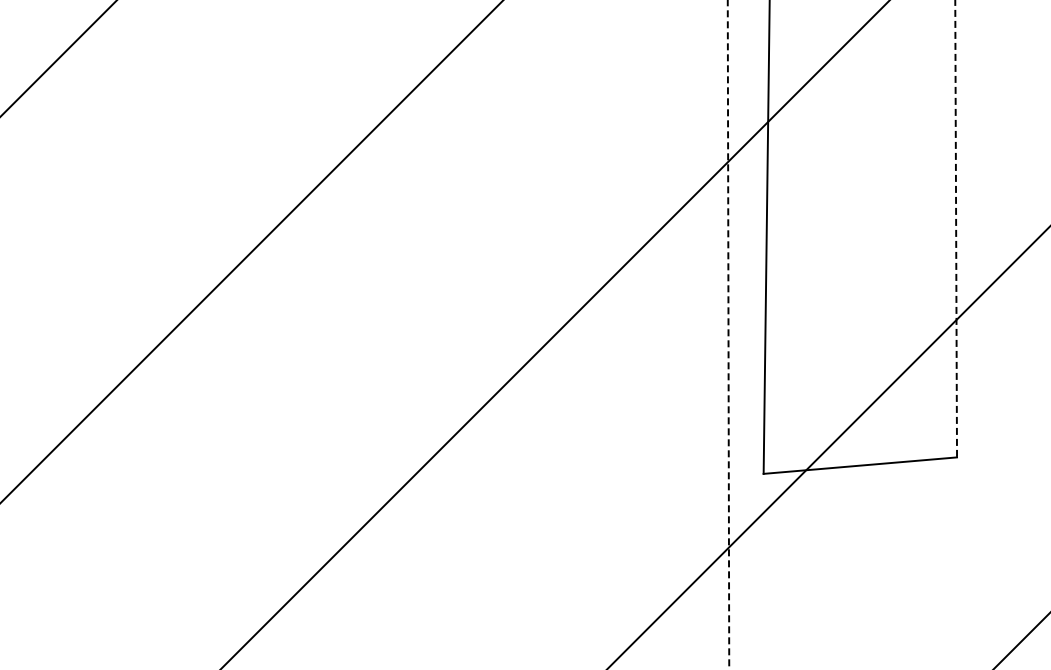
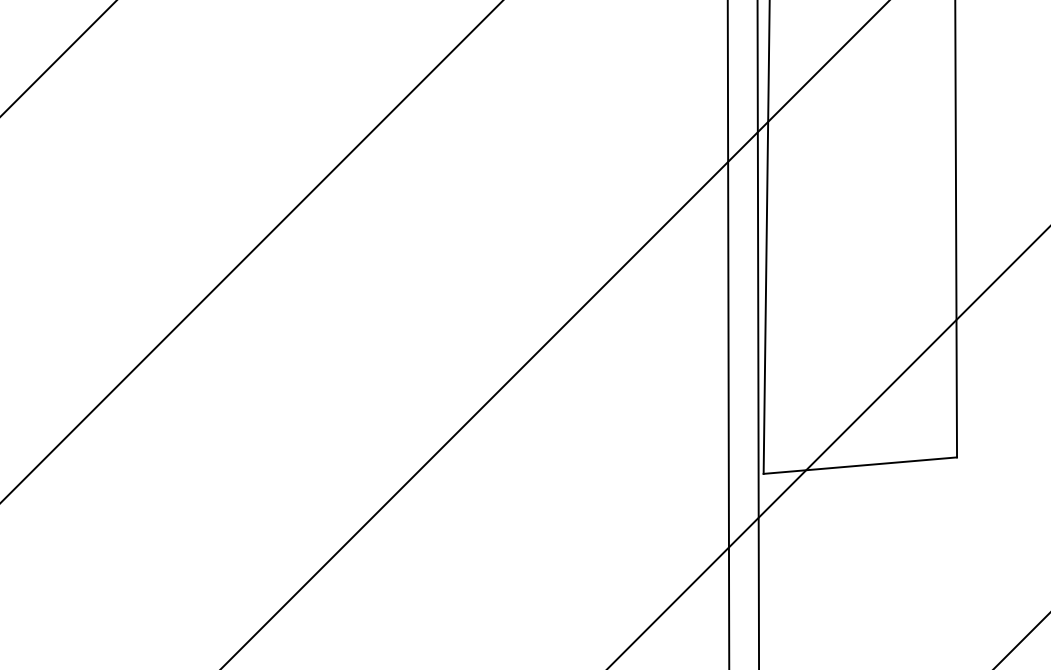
line at (956, 229): dashed -> solid
line at (758, 334): none -> present
line at (728, 335): dashed -> solid
